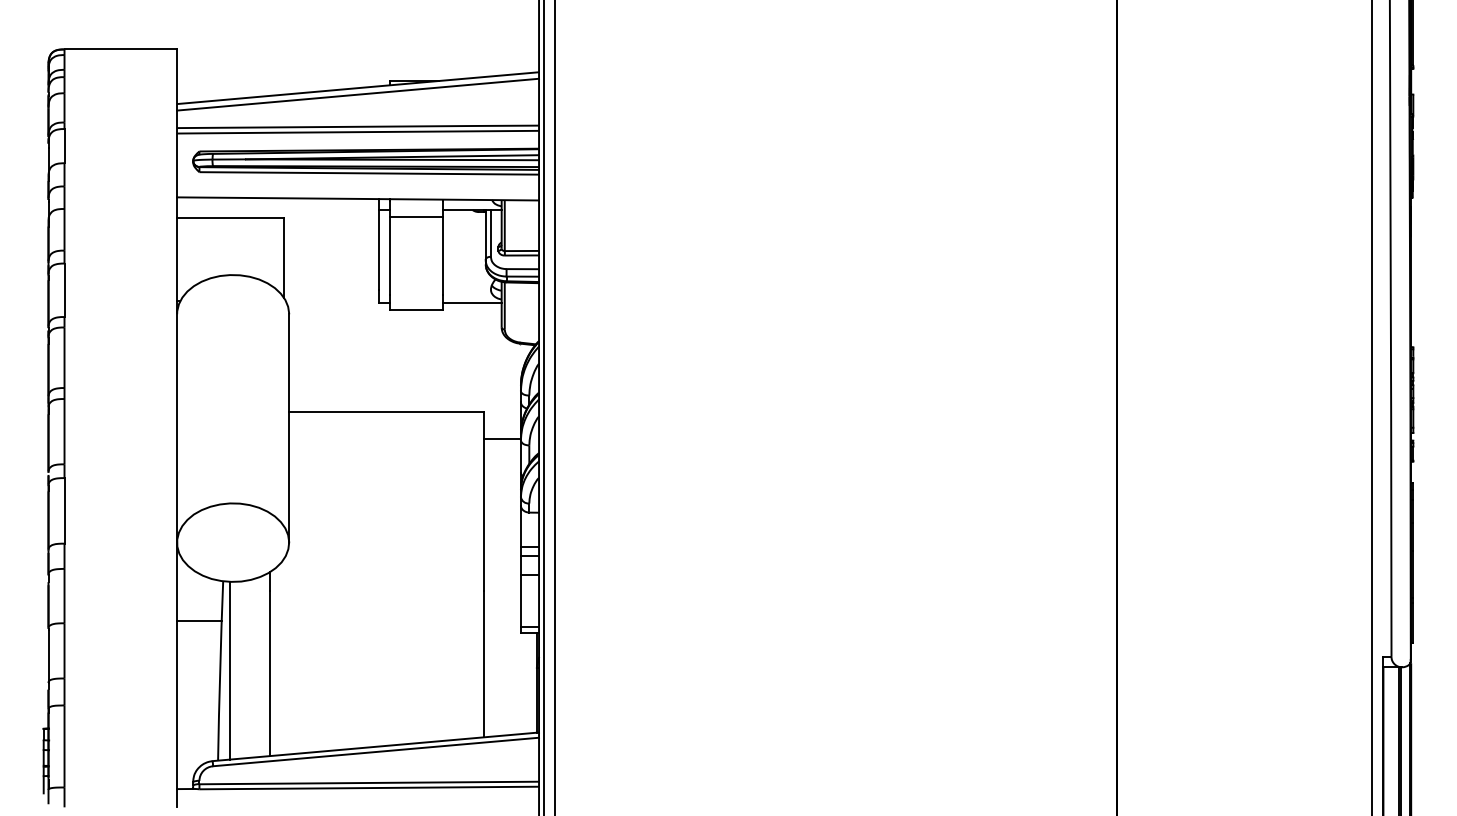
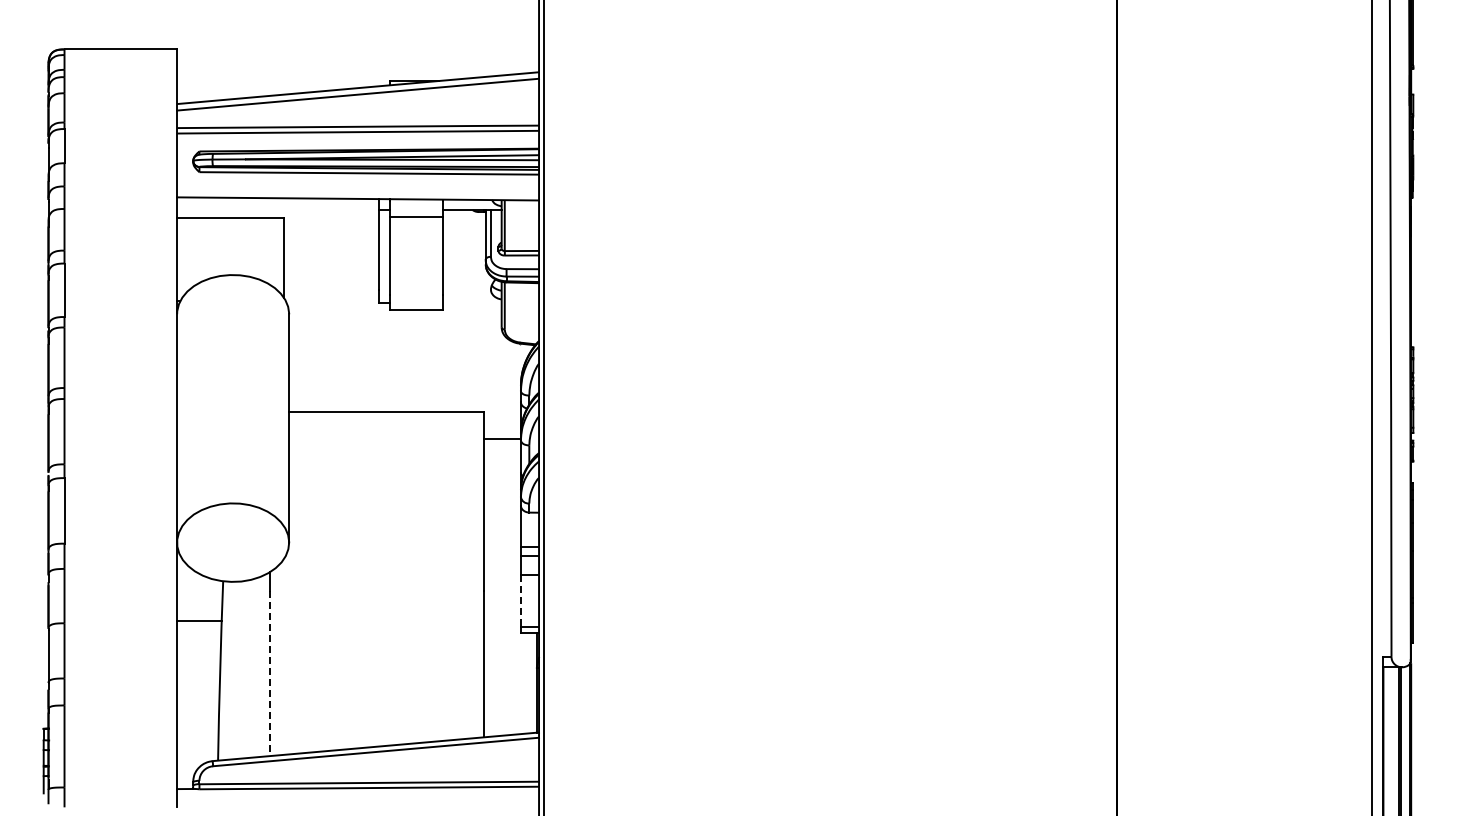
line at (471, 303): present -> none
line at (555, 407): present -> none
line at (520, 601): solid -> dashed
line at (229, 670): present -> none
line at (270, 673): solid -> dashed
